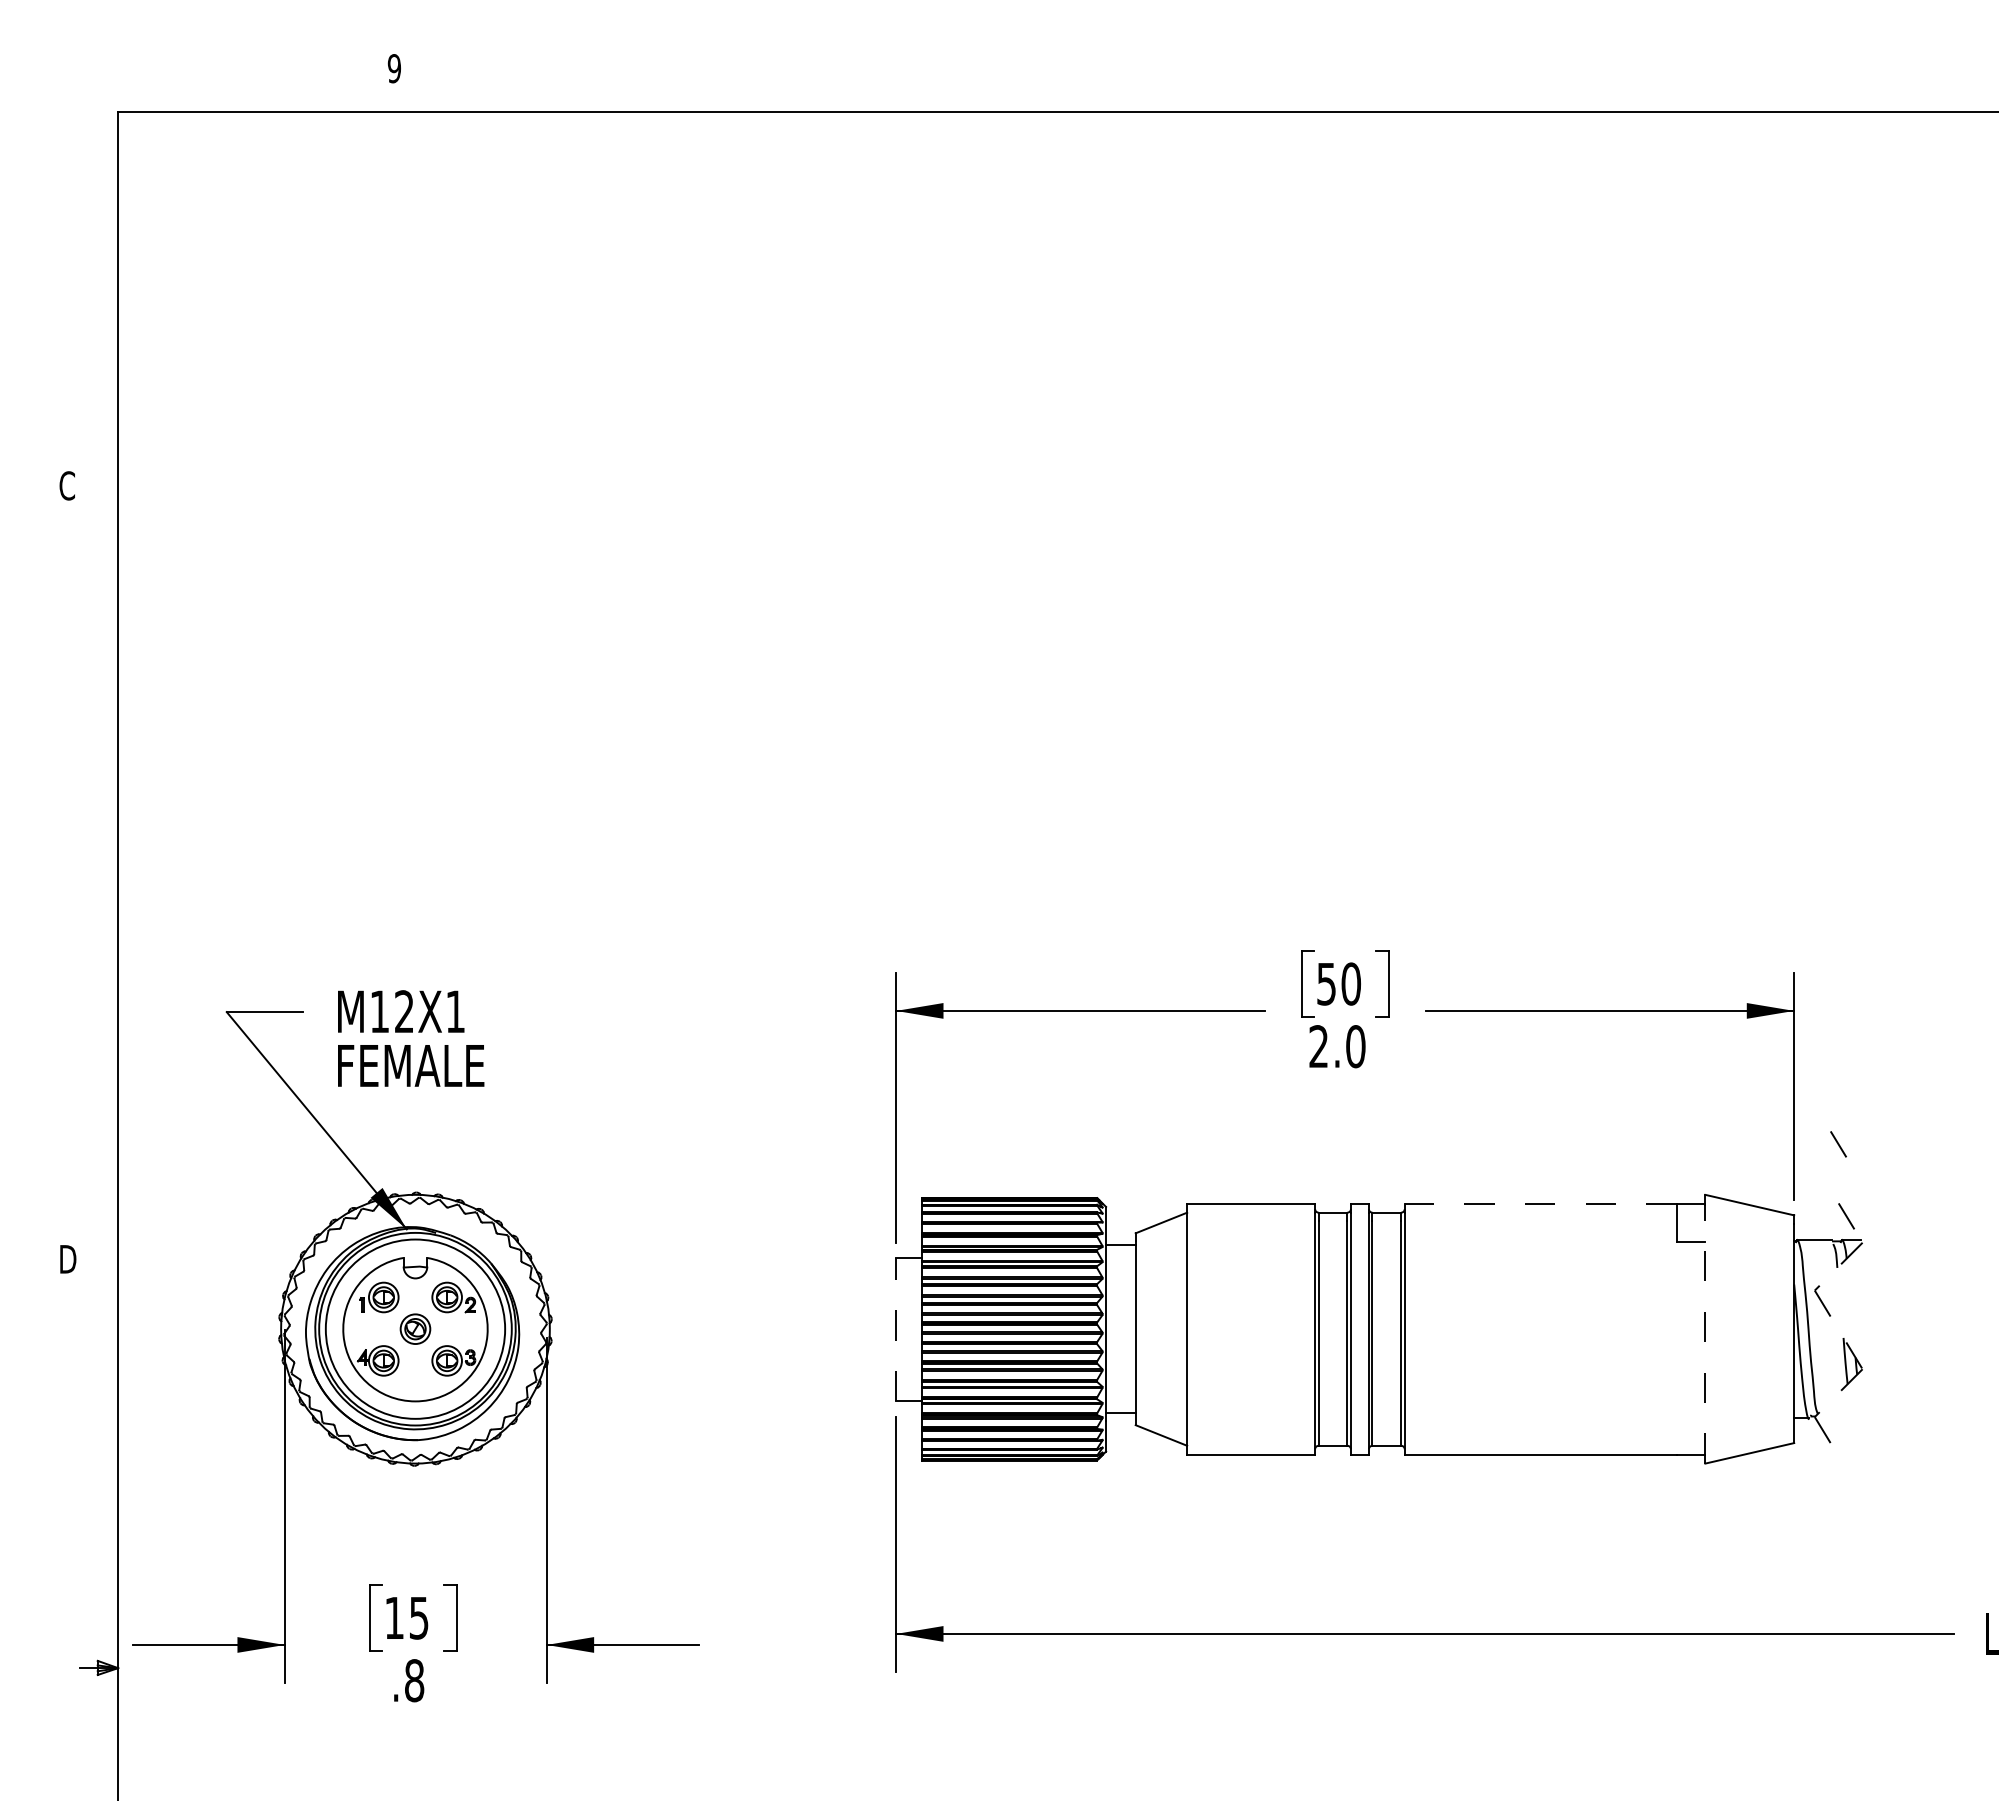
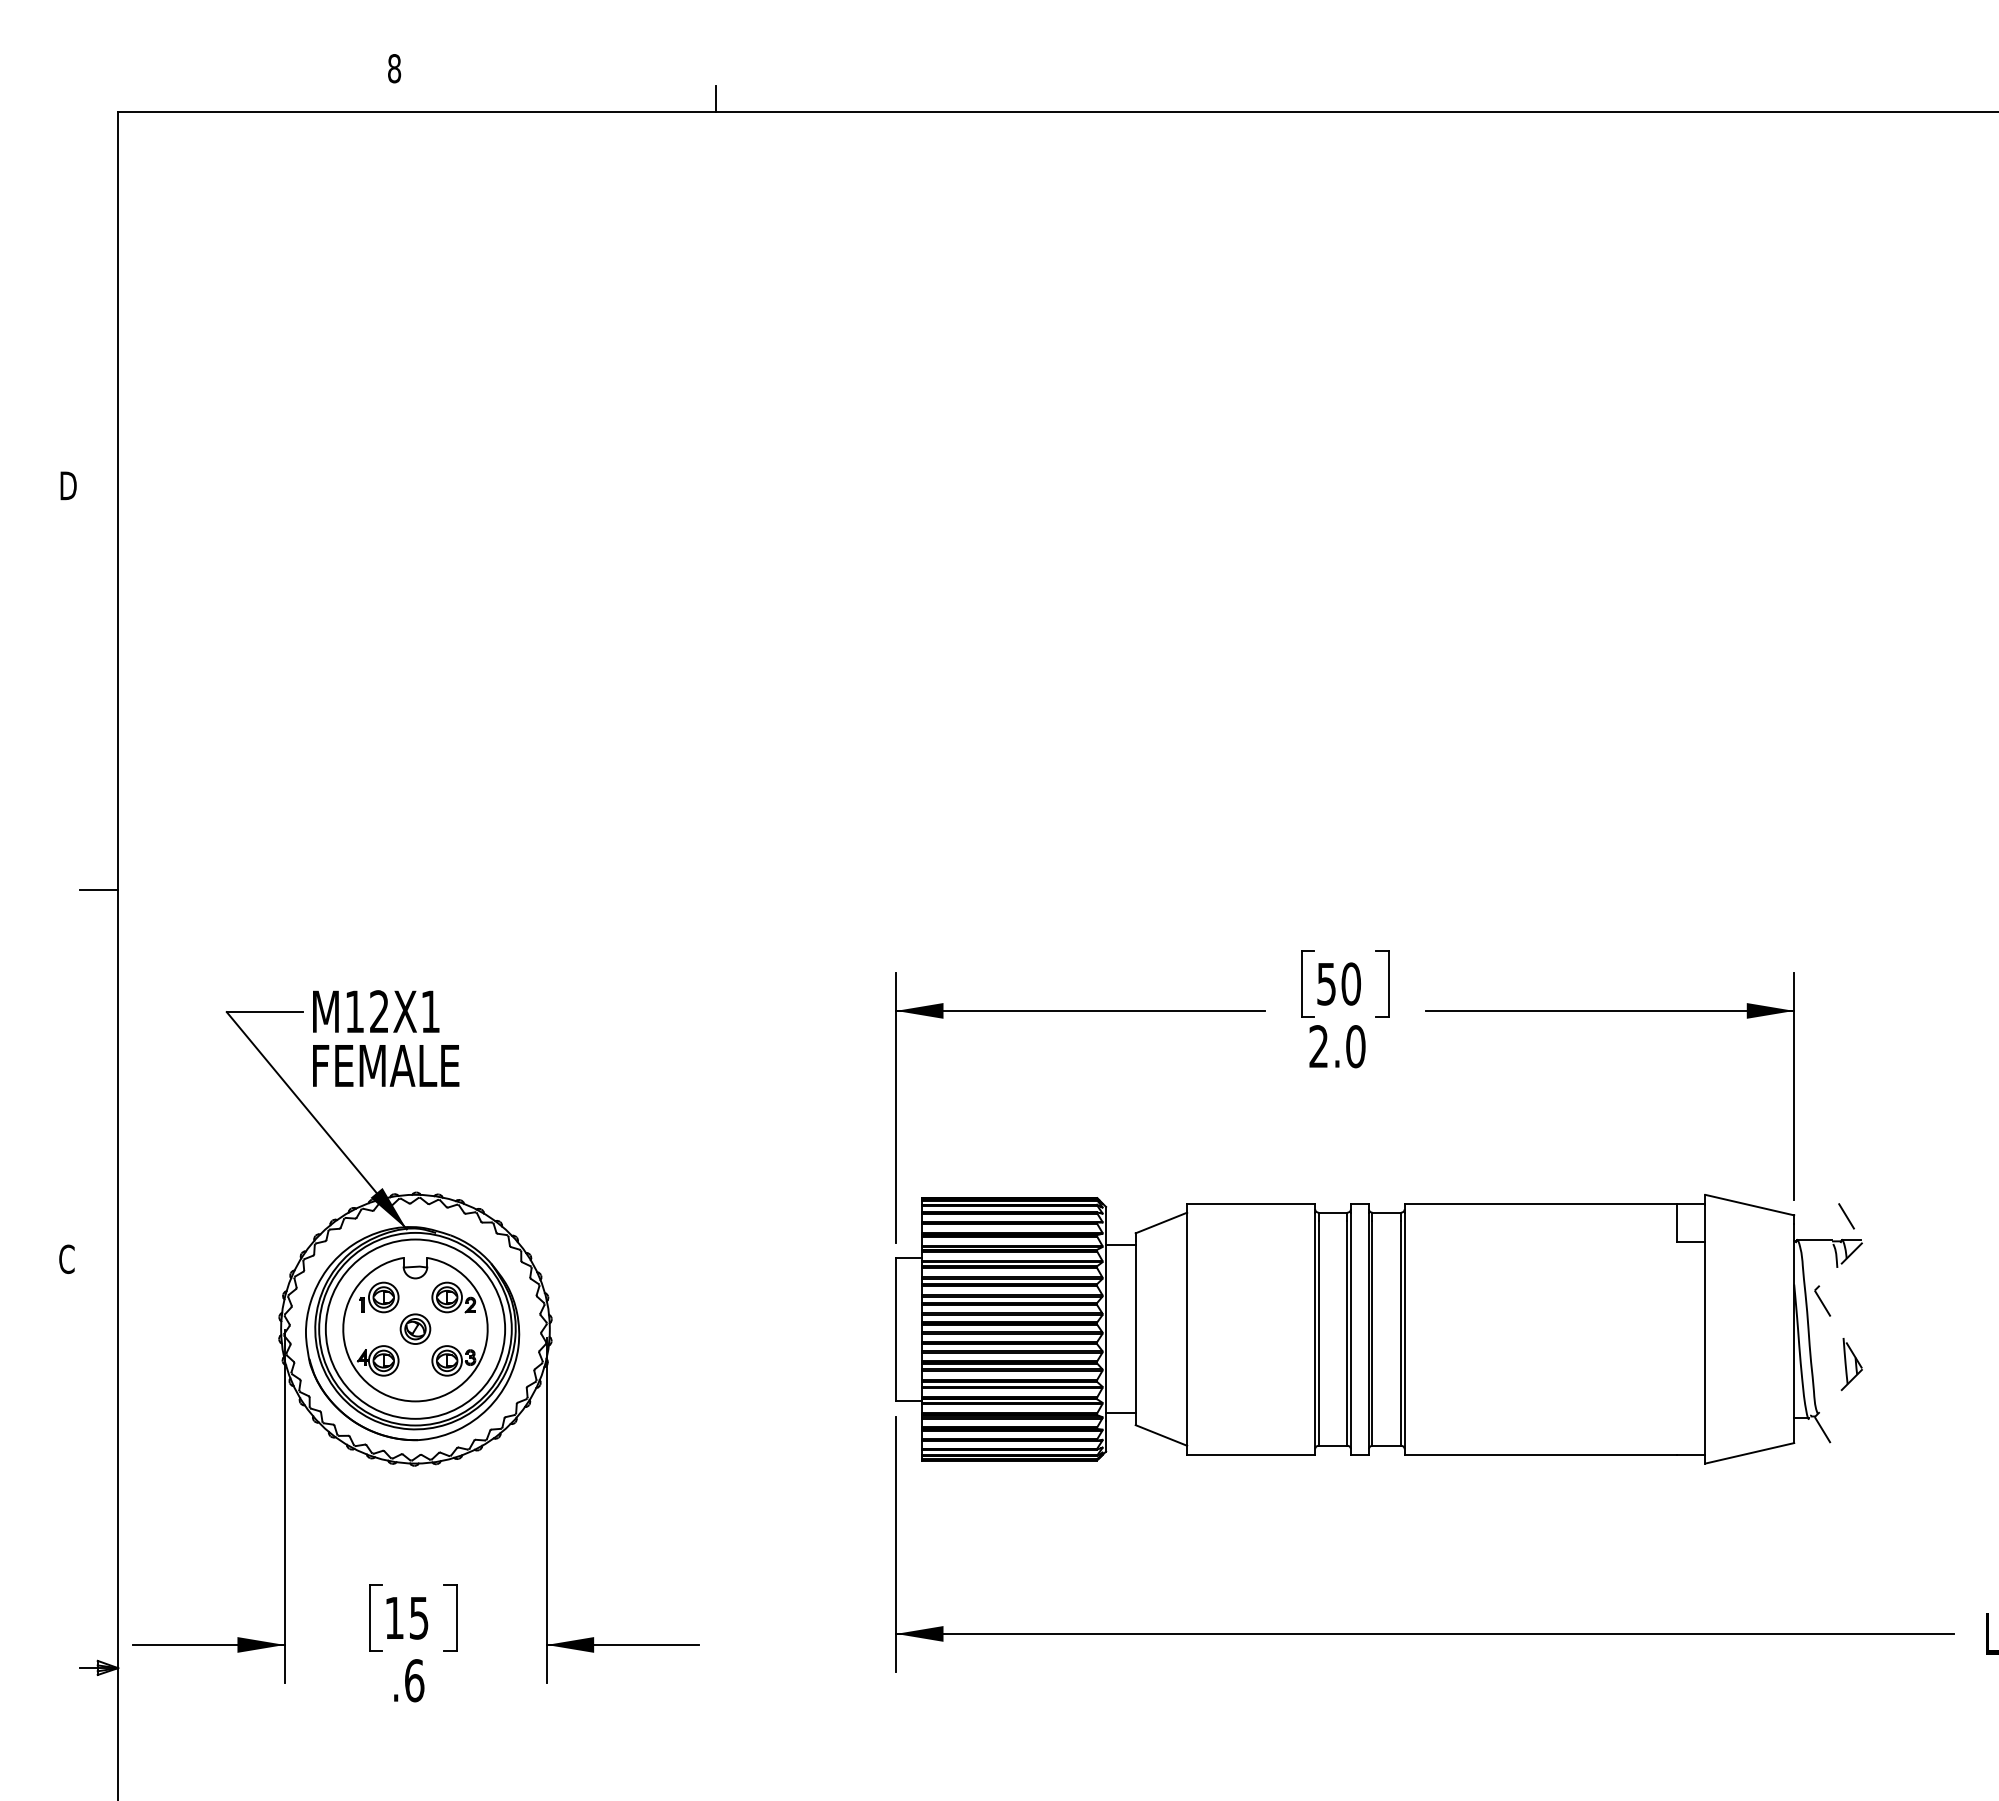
text at (394, 68): 9 -> 8
line at (715, 98): none -> present
text at (67, 485): C -> D
line at (99, 890): none -> present
text at (411, 1038) position: (411, 1038) -> (386, 1038)
line at (1838, 1144): present -> none
line at (1540, 1203): dashed -> solid
text at (67, 1259): D -> C
line at (896, 1329): dashed -> solid
line at (1705, 1333): dashed -> solid
text at (414, 1680): .8 -> .6
